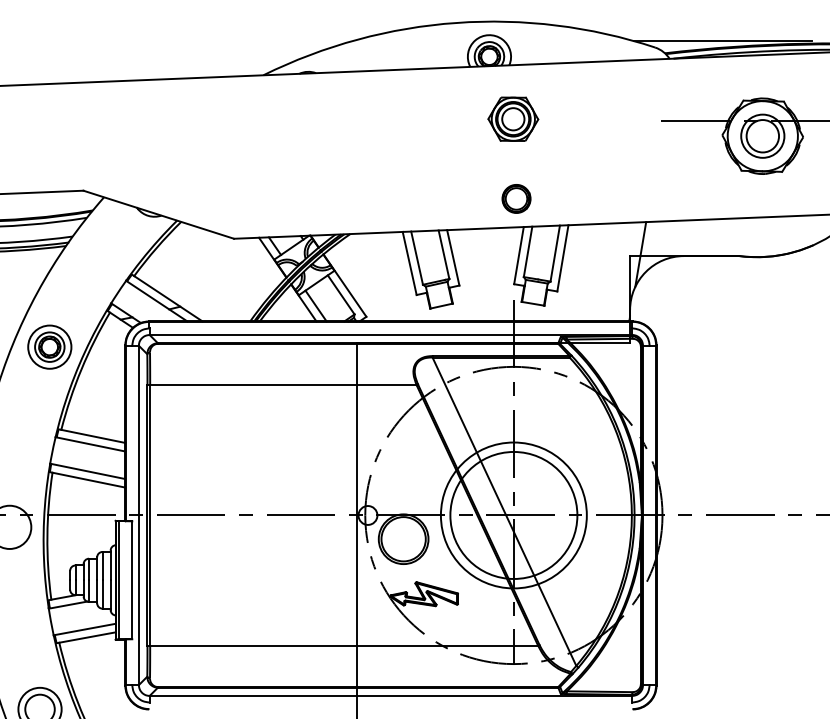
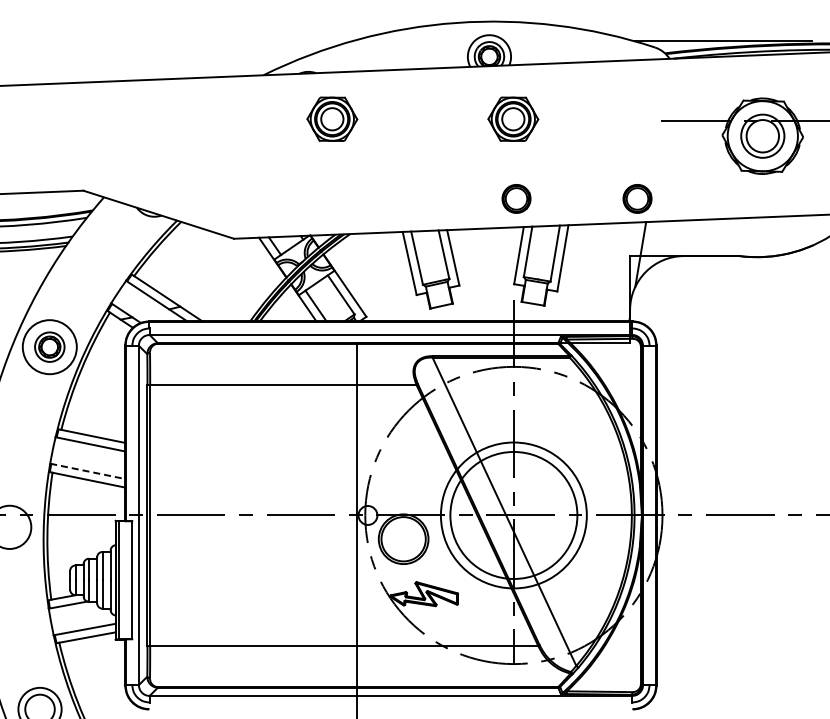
part at (332, 118): none -> present
part at (637, 198): none -> present
circle at (49, 346) diameter: 43 px -> 54 px
line at (88, 471): solid -> dashed
